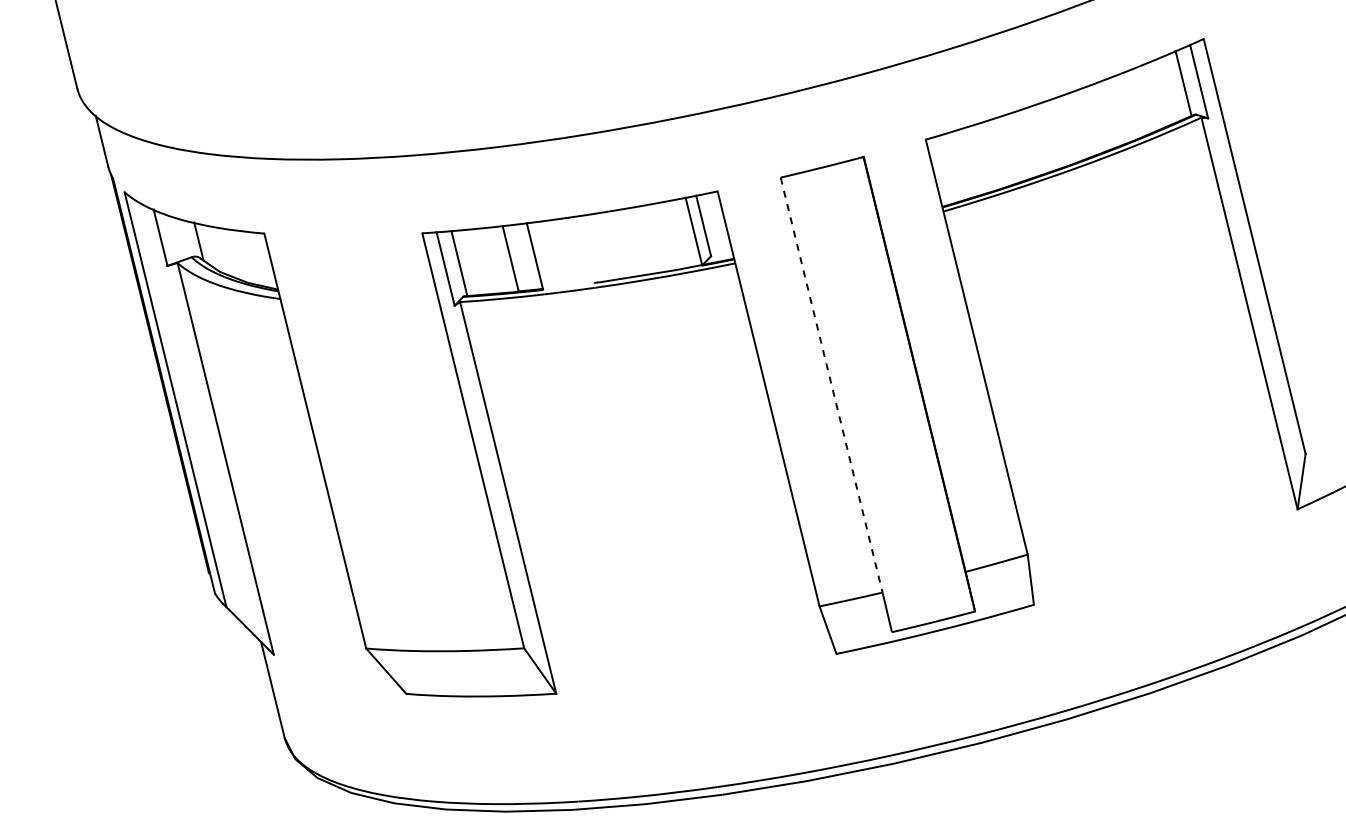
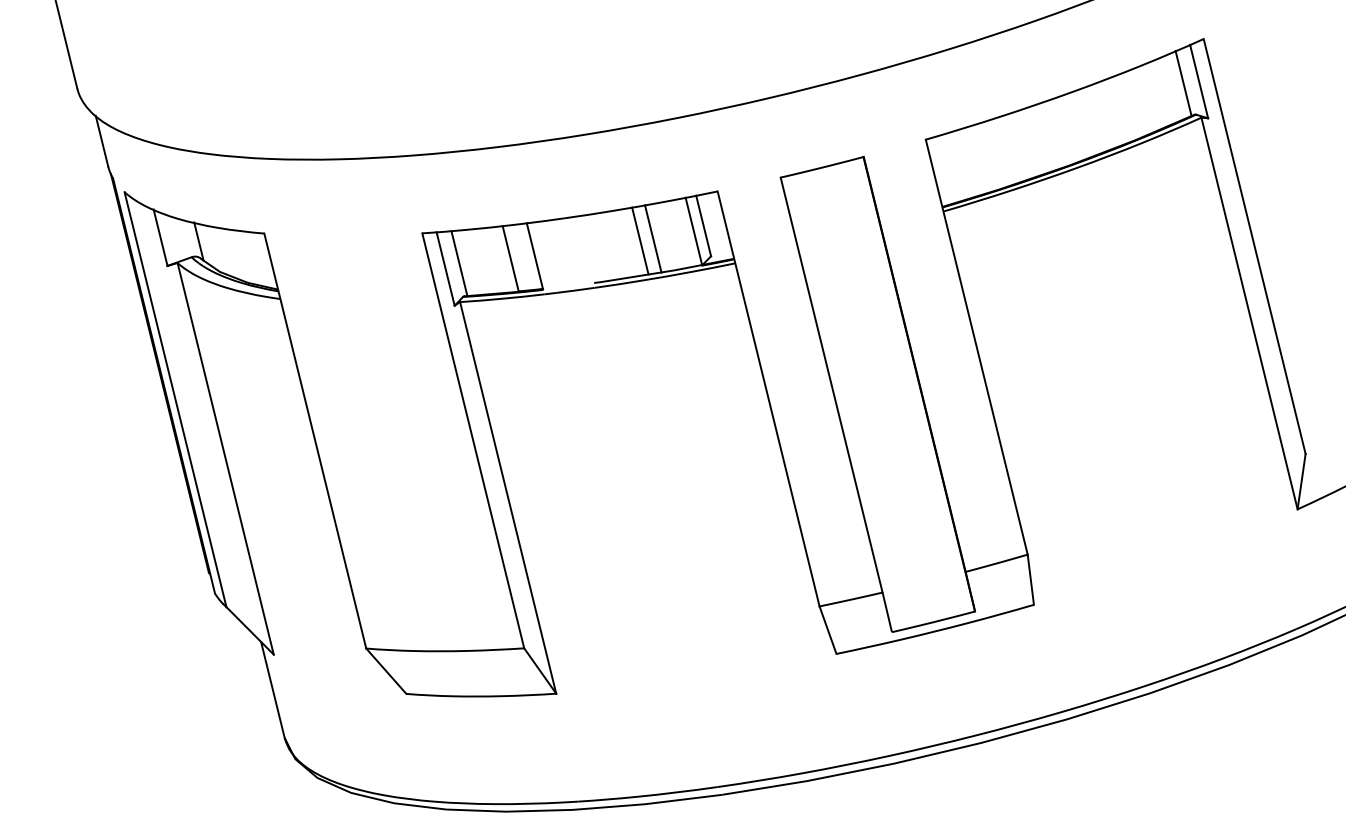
line at (653, 238): none -> present
line at (640, 240): none -> present
line at (831, 385): dashed -> solid
